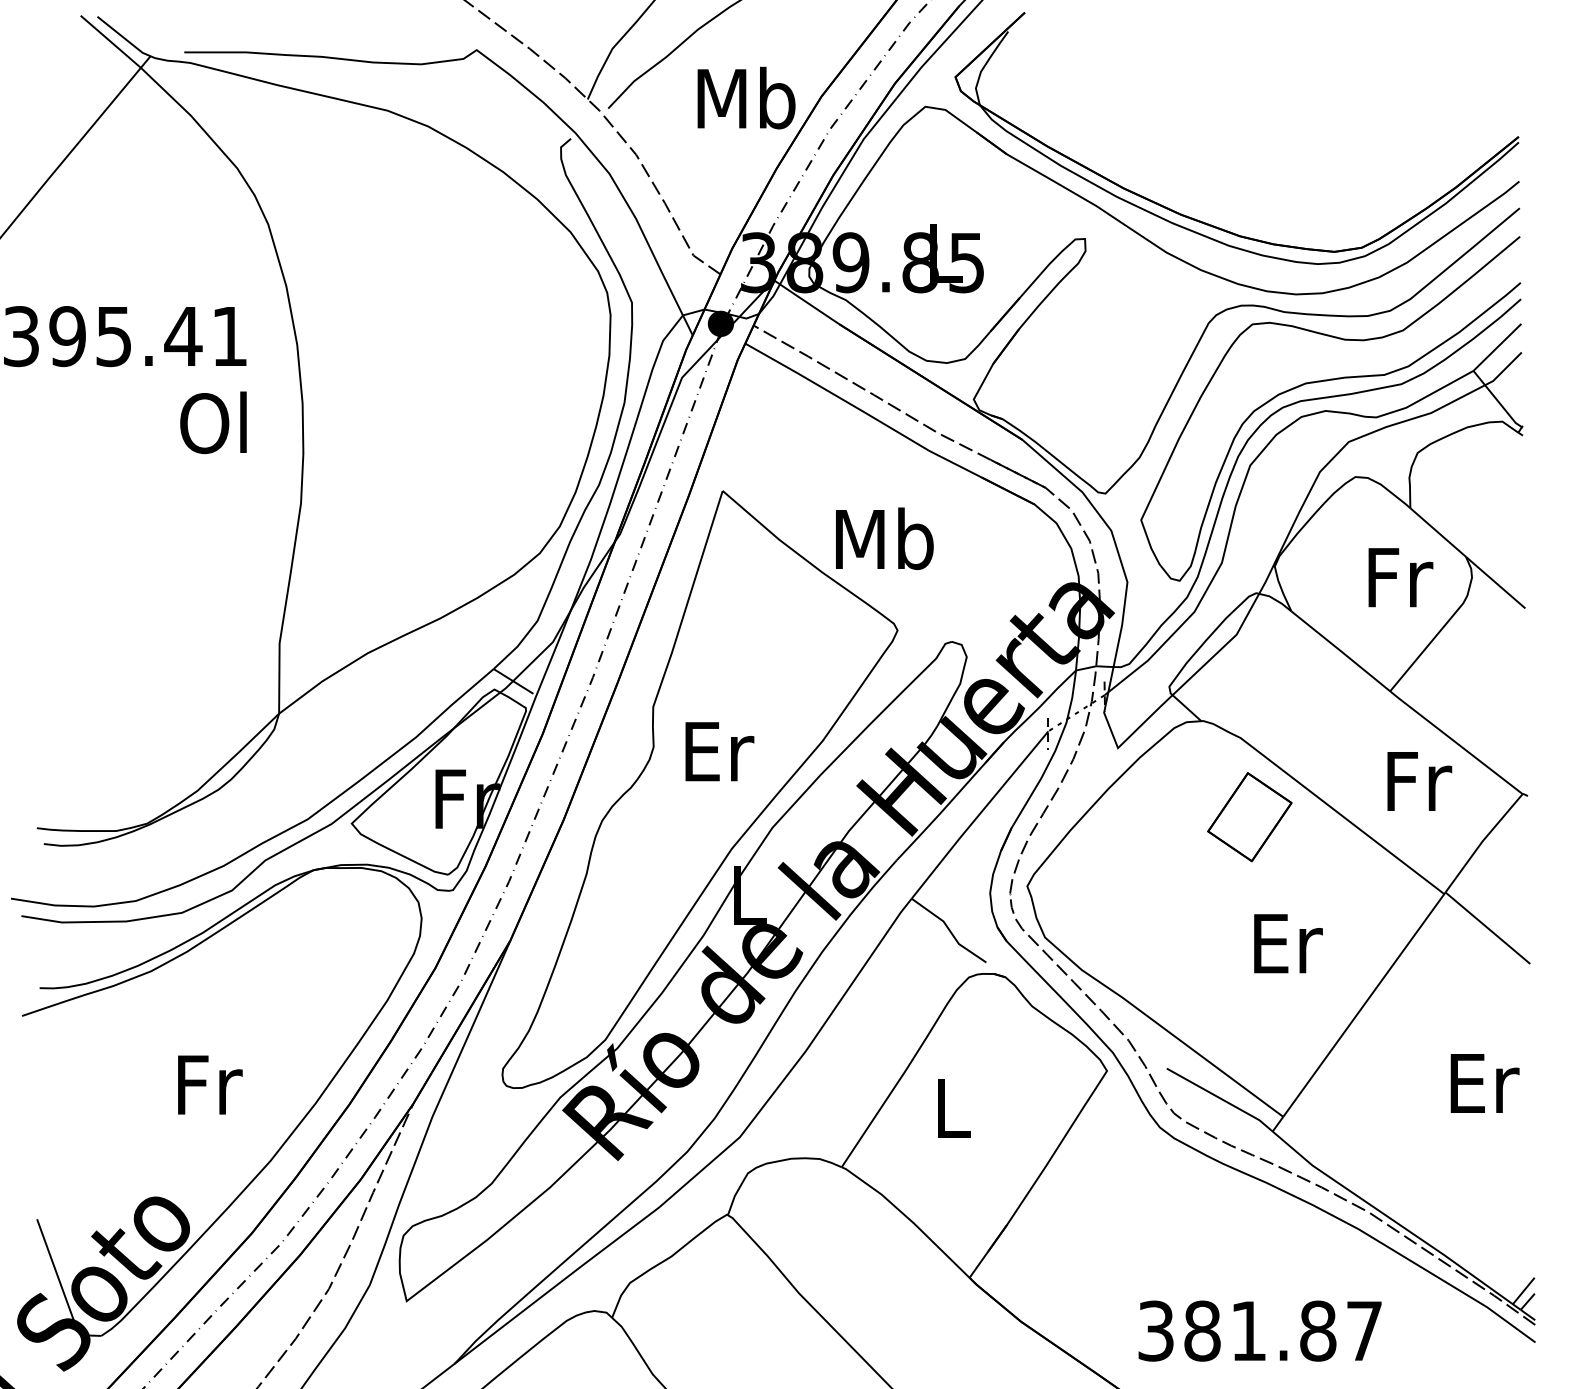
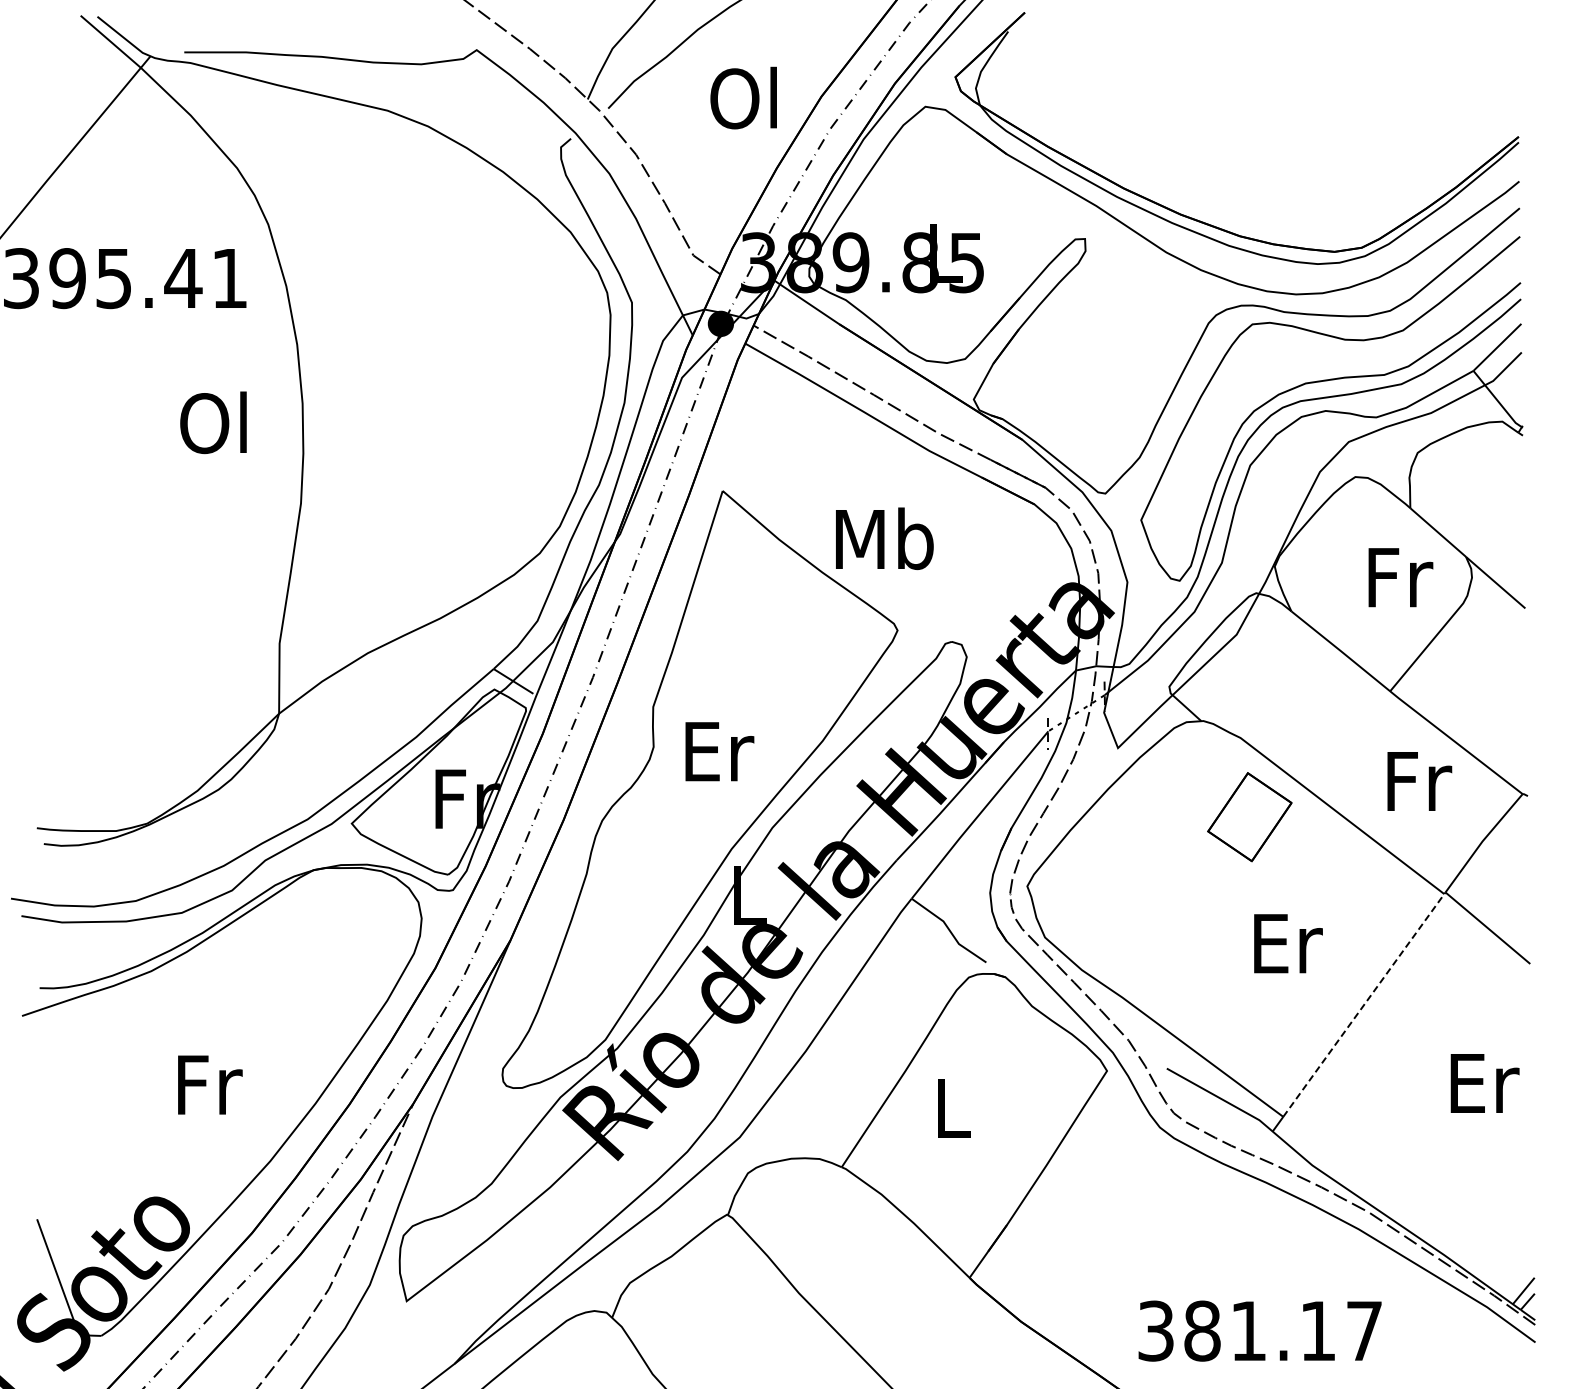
text at (746, 97): Mb -> Ol
text at (125, 336) position: (125, 336) -> (125, 278)
line at (1364, 1004): solid -> dashed
text at (1318, 1330): 381.87 -> 381.17
